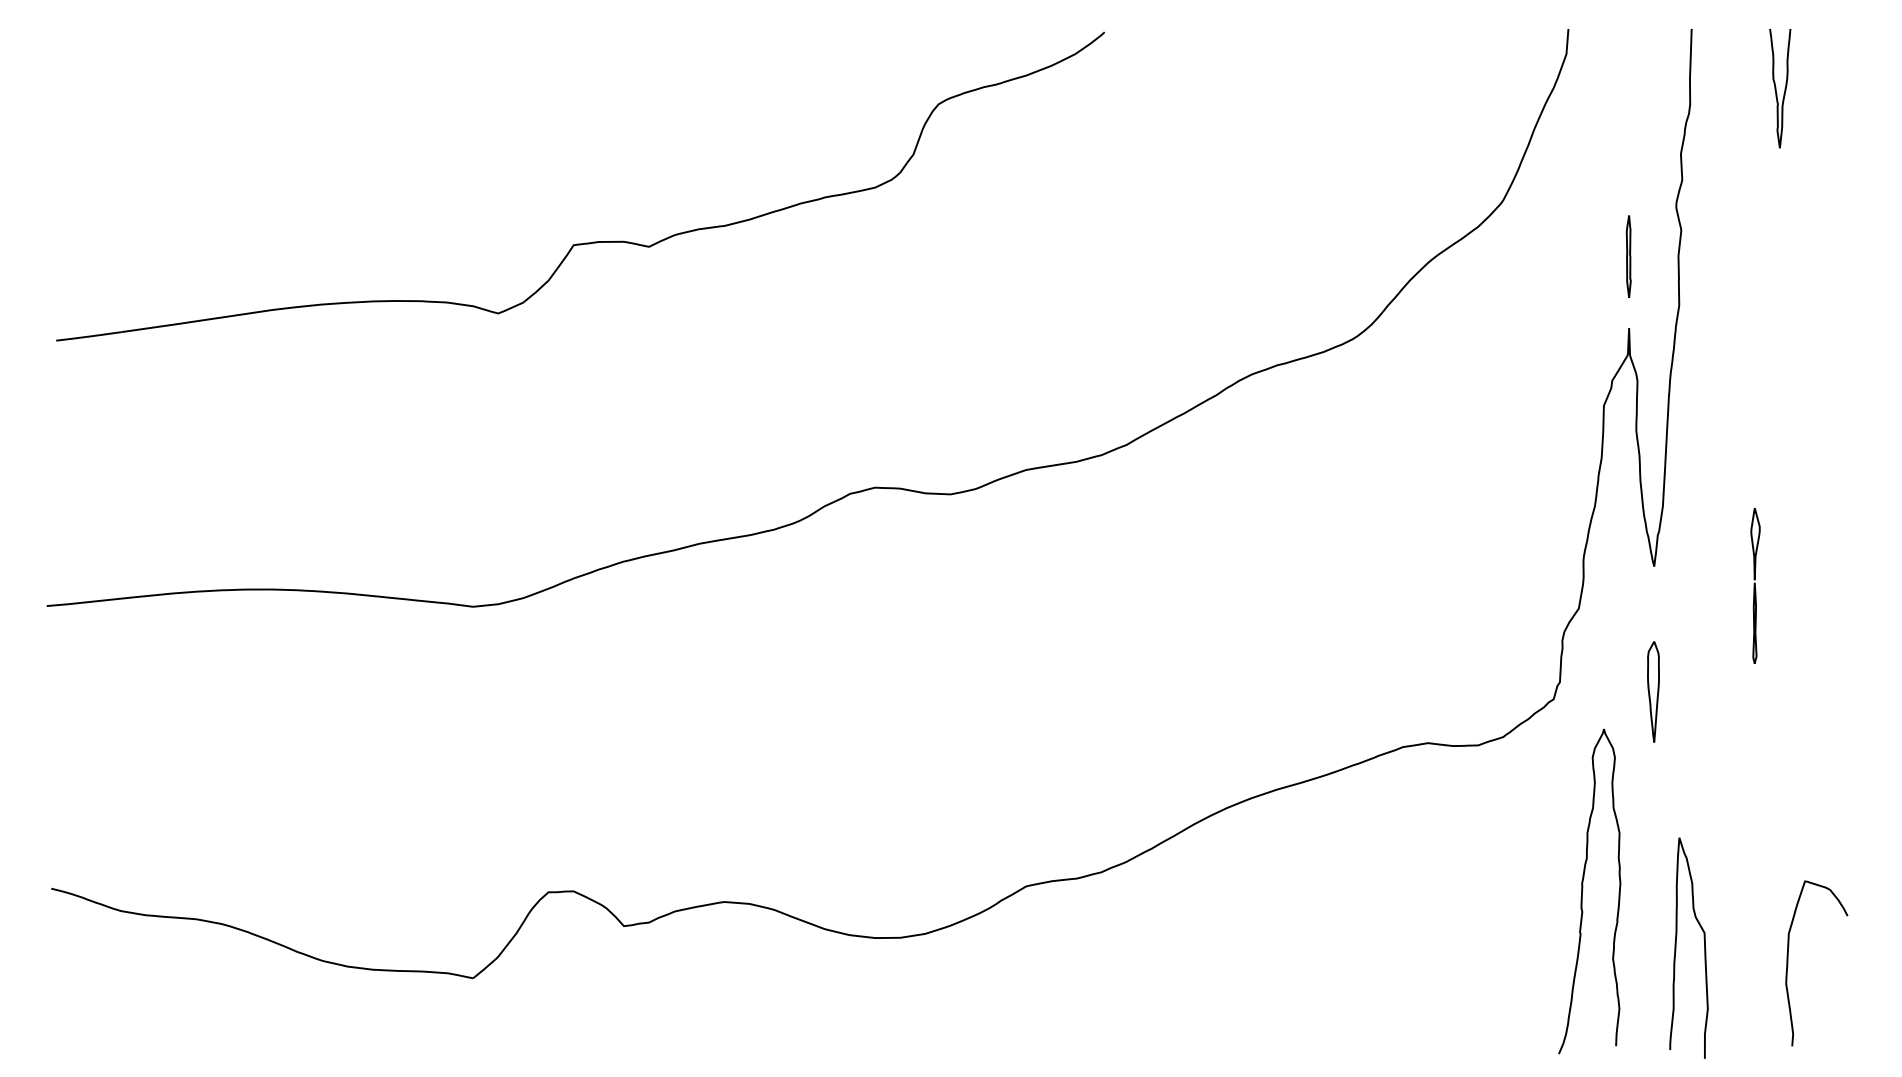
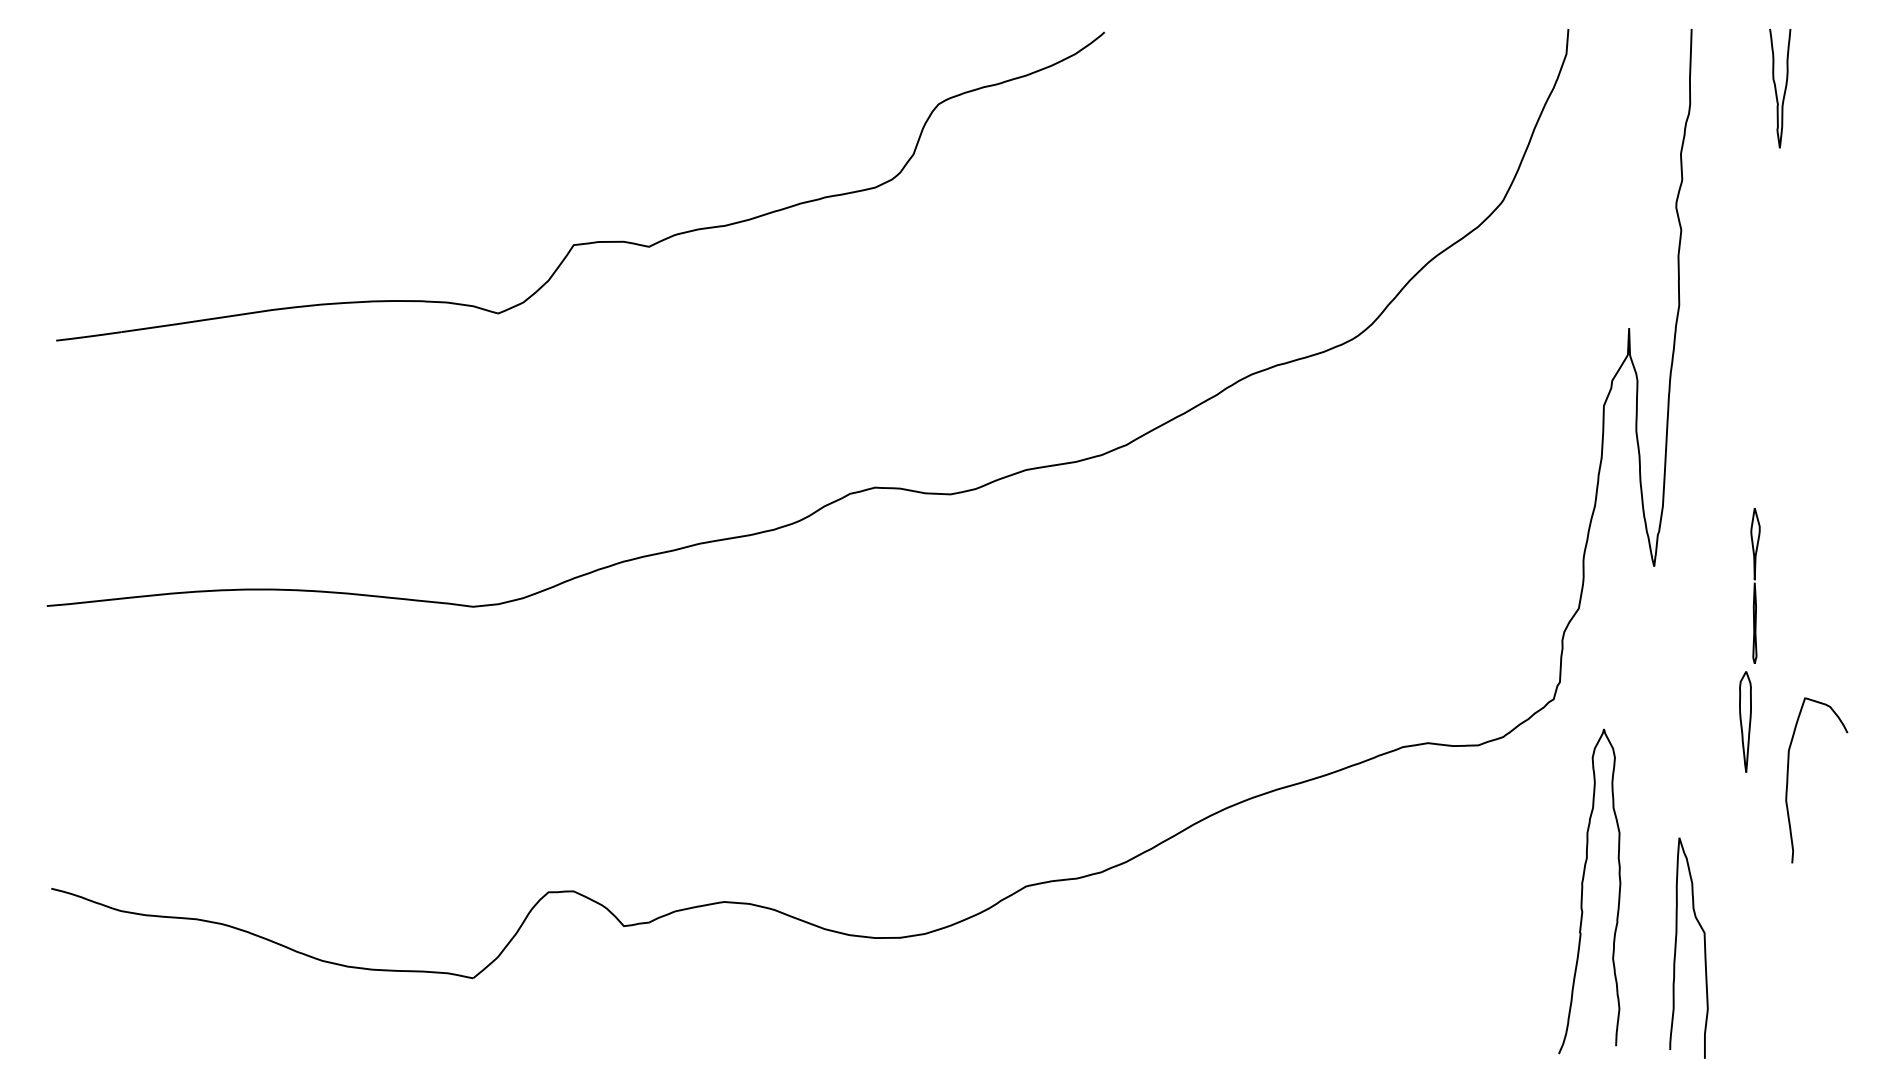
part at (1628, 256): present -> none
part at (1653, 691) position: (1653, 691) -> (1745, 721)
curve at (1788, 963) position: (1788, 963) -> (1788, 780)
